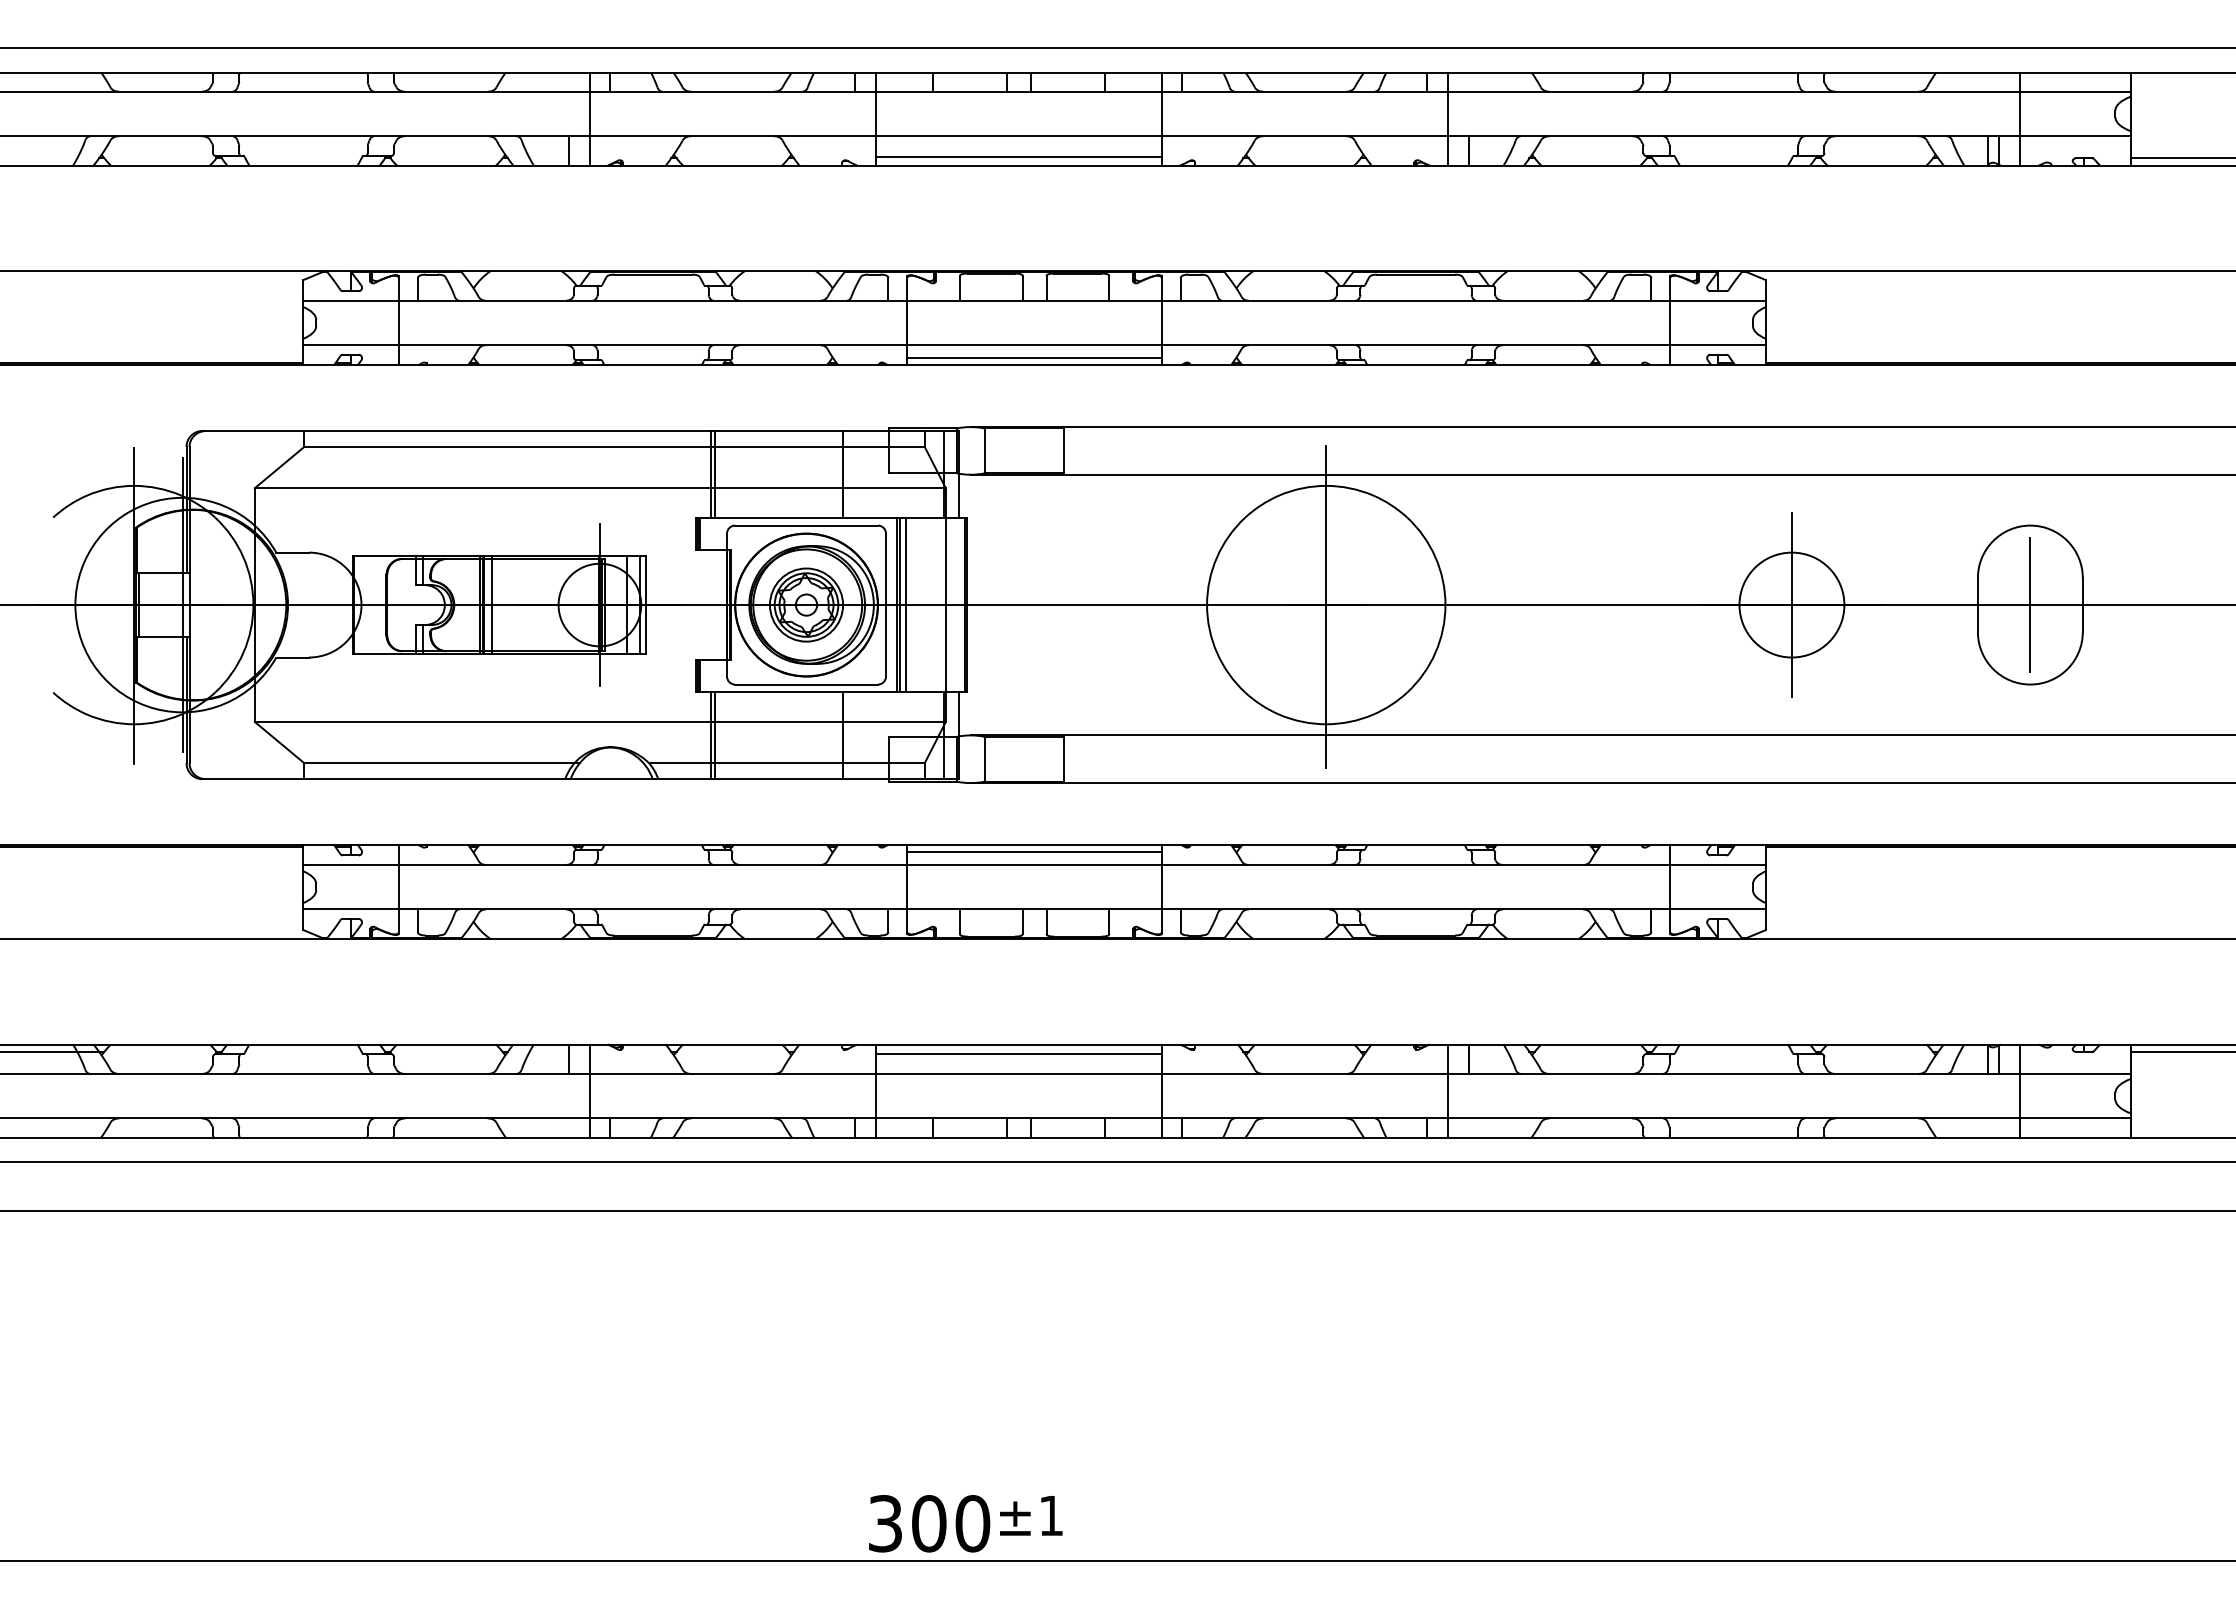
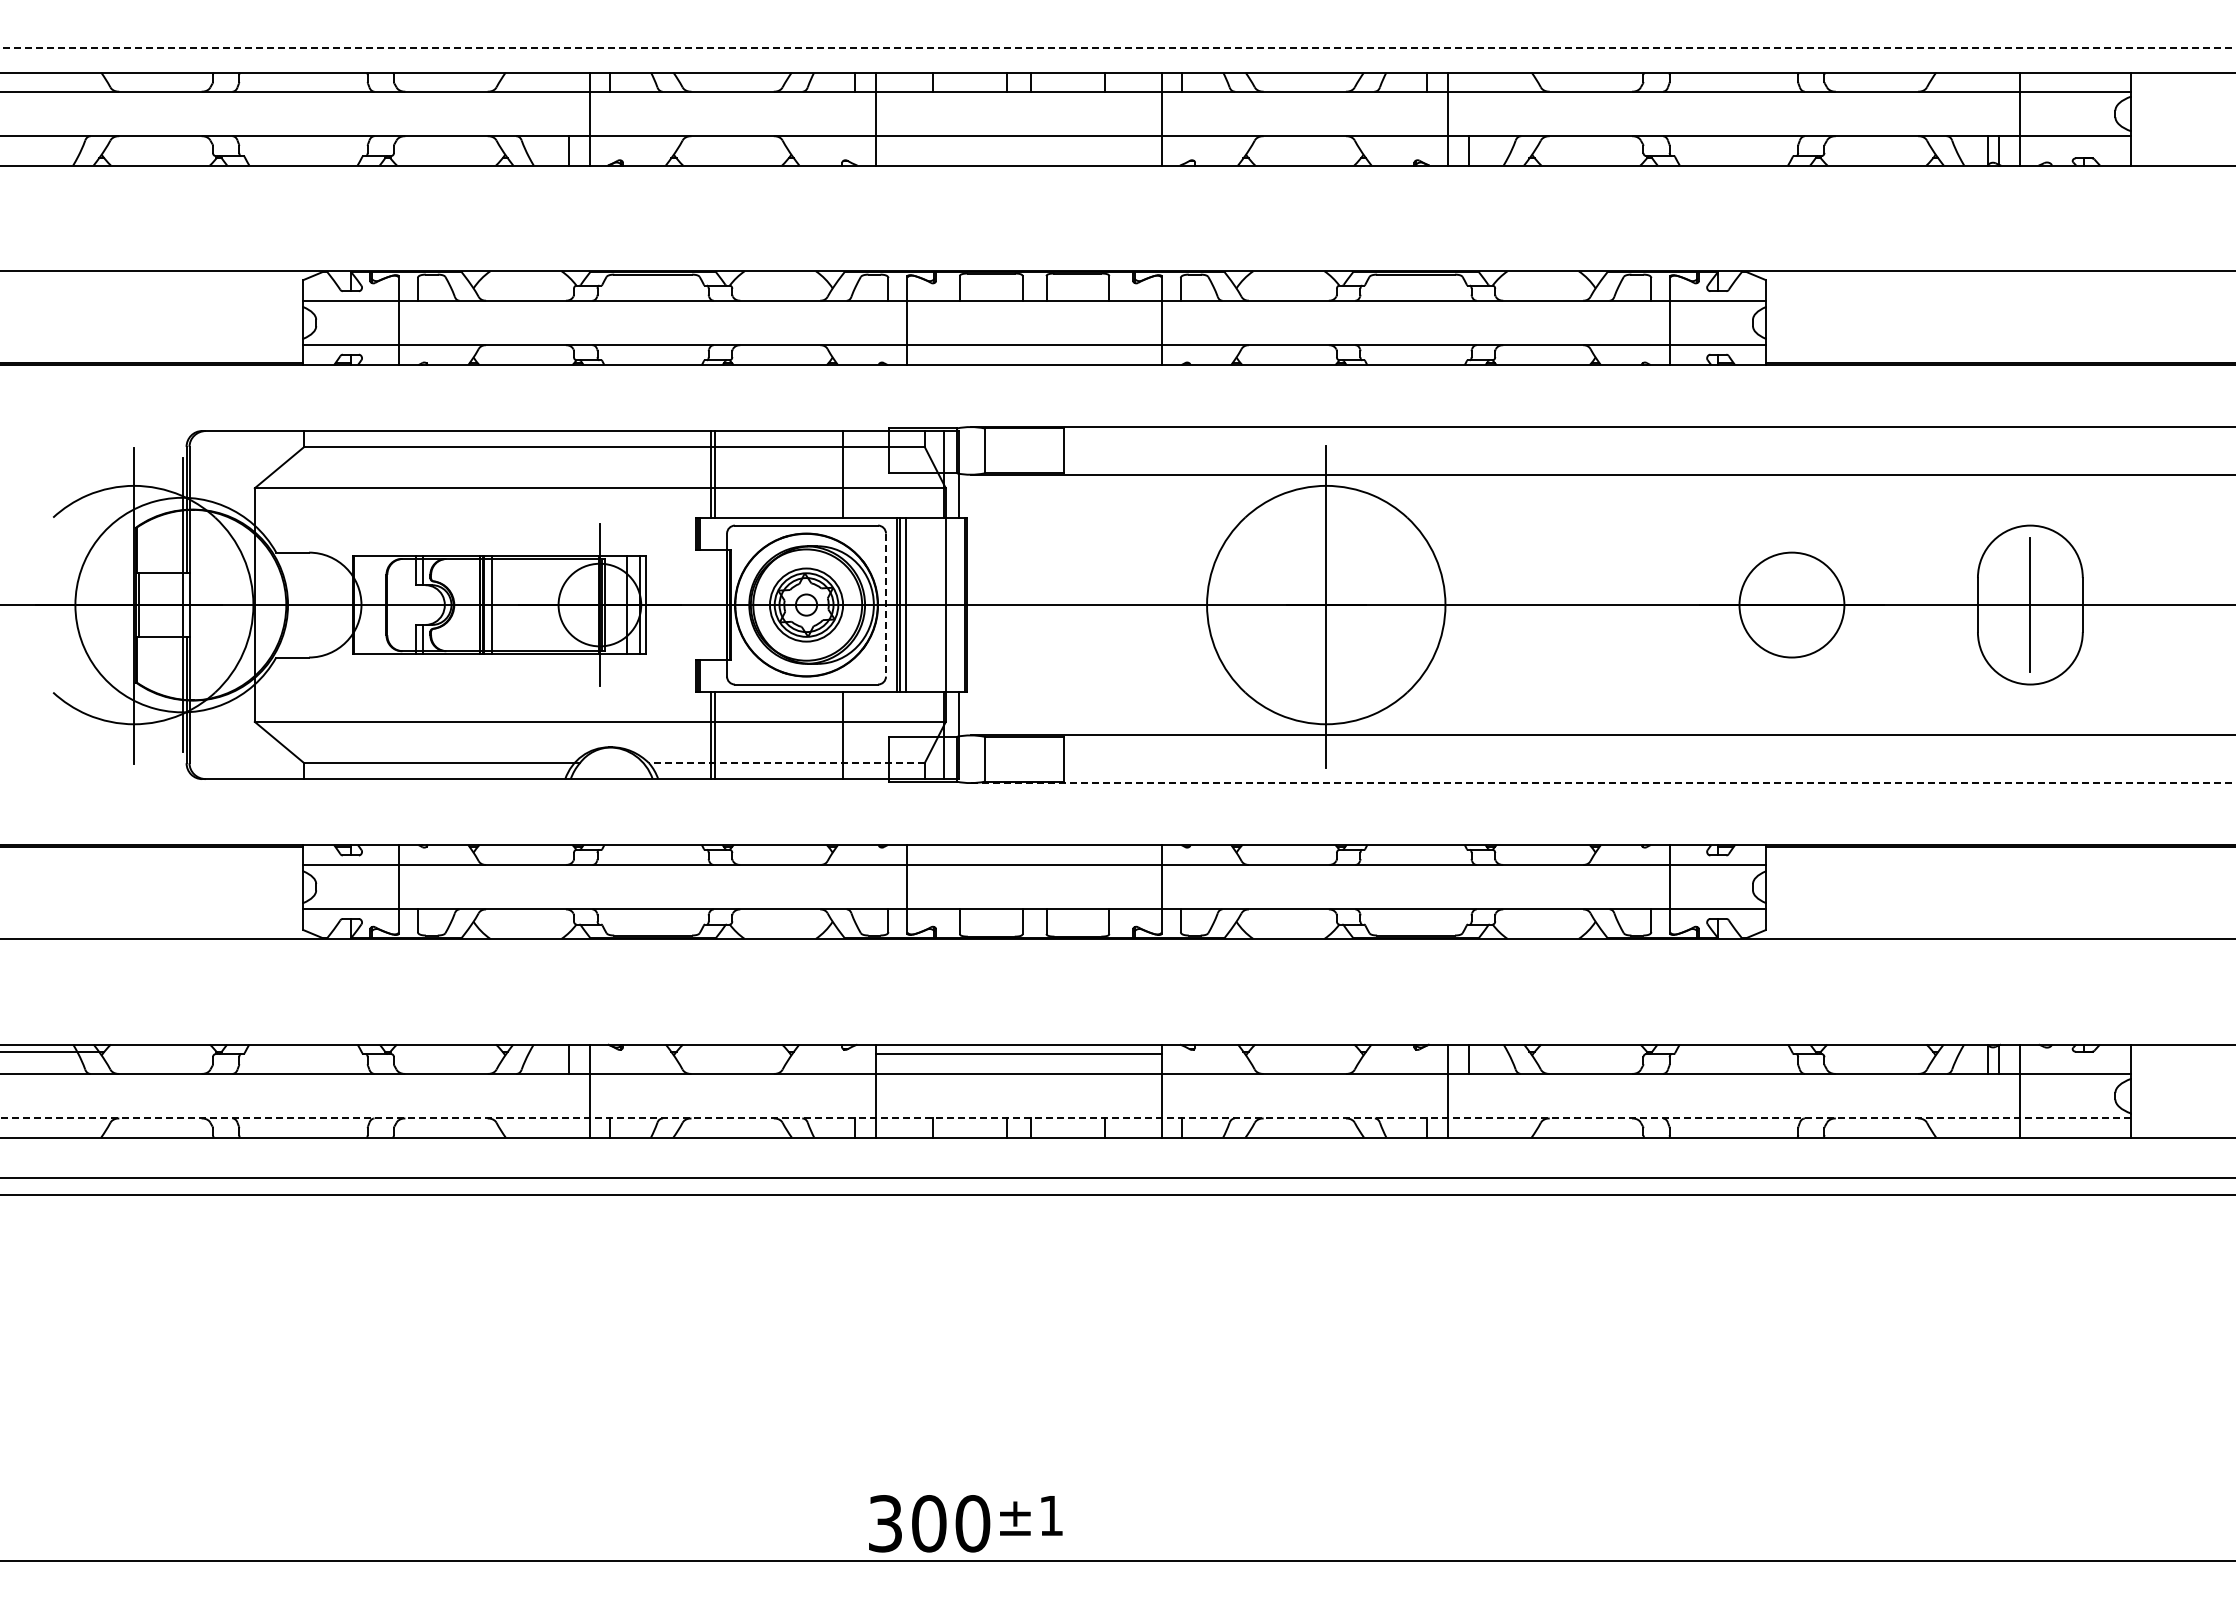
line at (1117, 48): solid -> dashed
line at (1018, 156): present -> none
line at (2181, 158): present -> none
line at (1034, 358): present -> none
line at (1791, 604): present -> none
line at (886, 605): solid -> dashed
line at (786, 763): solid -> dashed
line at (1603, 783): solid -> dashed
line at (1034, 851): present -> none
line at (2181, 1051): present -> none
line at (1065, 1118): solid -> dashed
line at (1117, 1161) position: (1117, 1161) -> (1117, 1177)
line at (1117, 1210) position: (1117, 1210) -> (1117, 1194)
